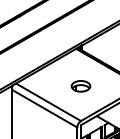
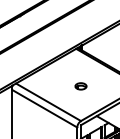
part at (80, 86) size: 22x13 px -> 14x9 px
